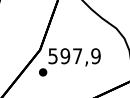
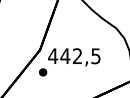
text at (74, 56): 597,9 -> 442,5
